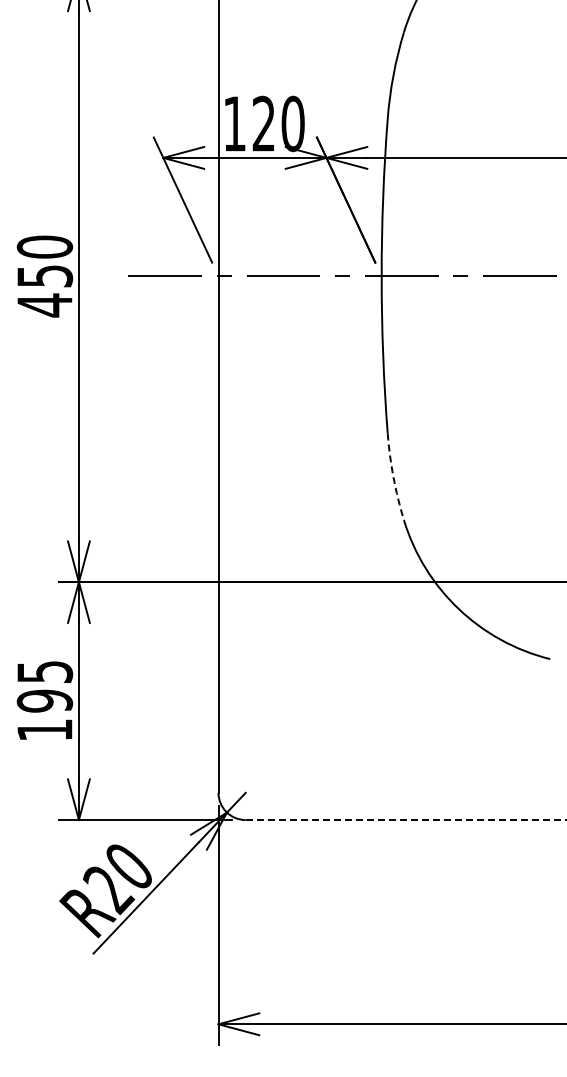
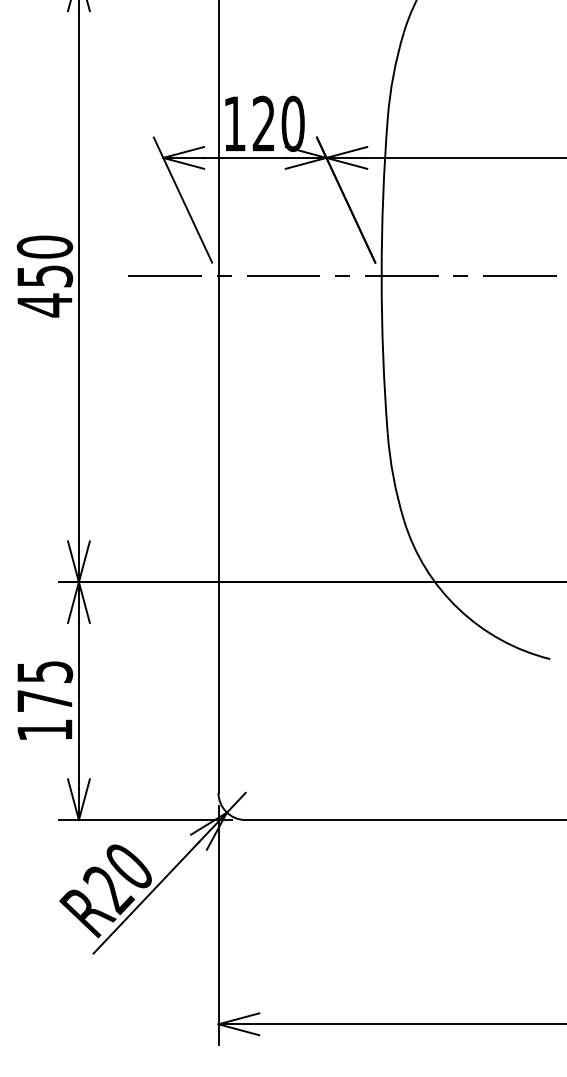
arc at (393, 477): dashed -> solid
text at (44, 700): 195 -> 175
line at (406, 820): dashed -> solid
